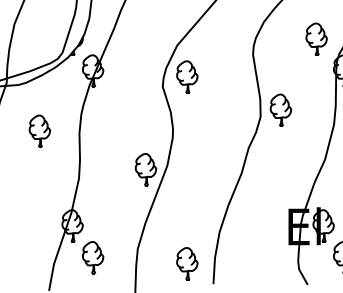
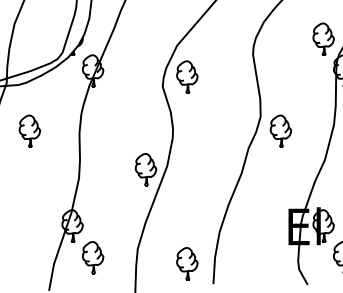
part at (316, 38) position: (316, 38) -> (323, 38)
part at (280, 109) position: (280, 109) -> (280, 130)
part at (39, 130) position: (39, 130) -> (29, 130)
